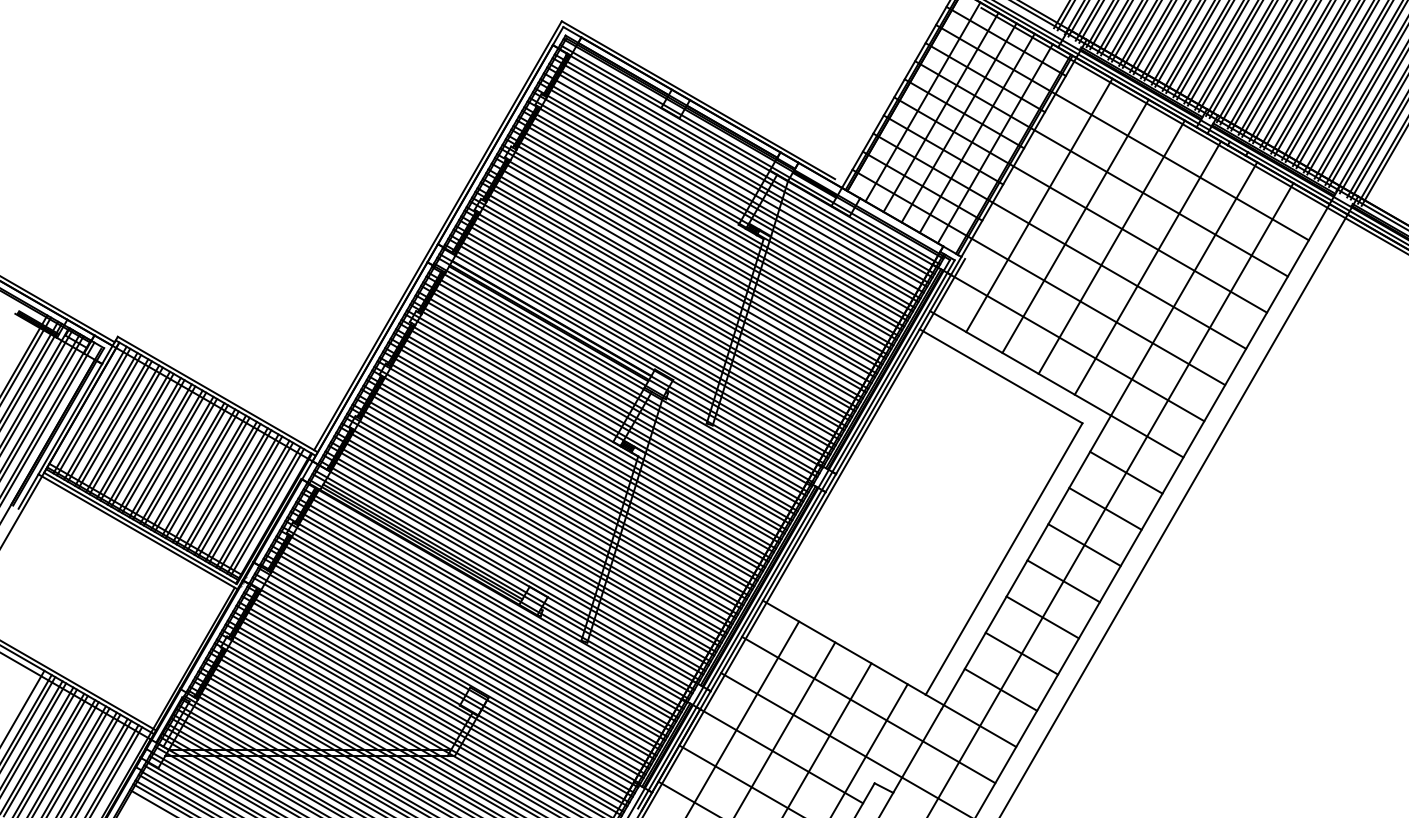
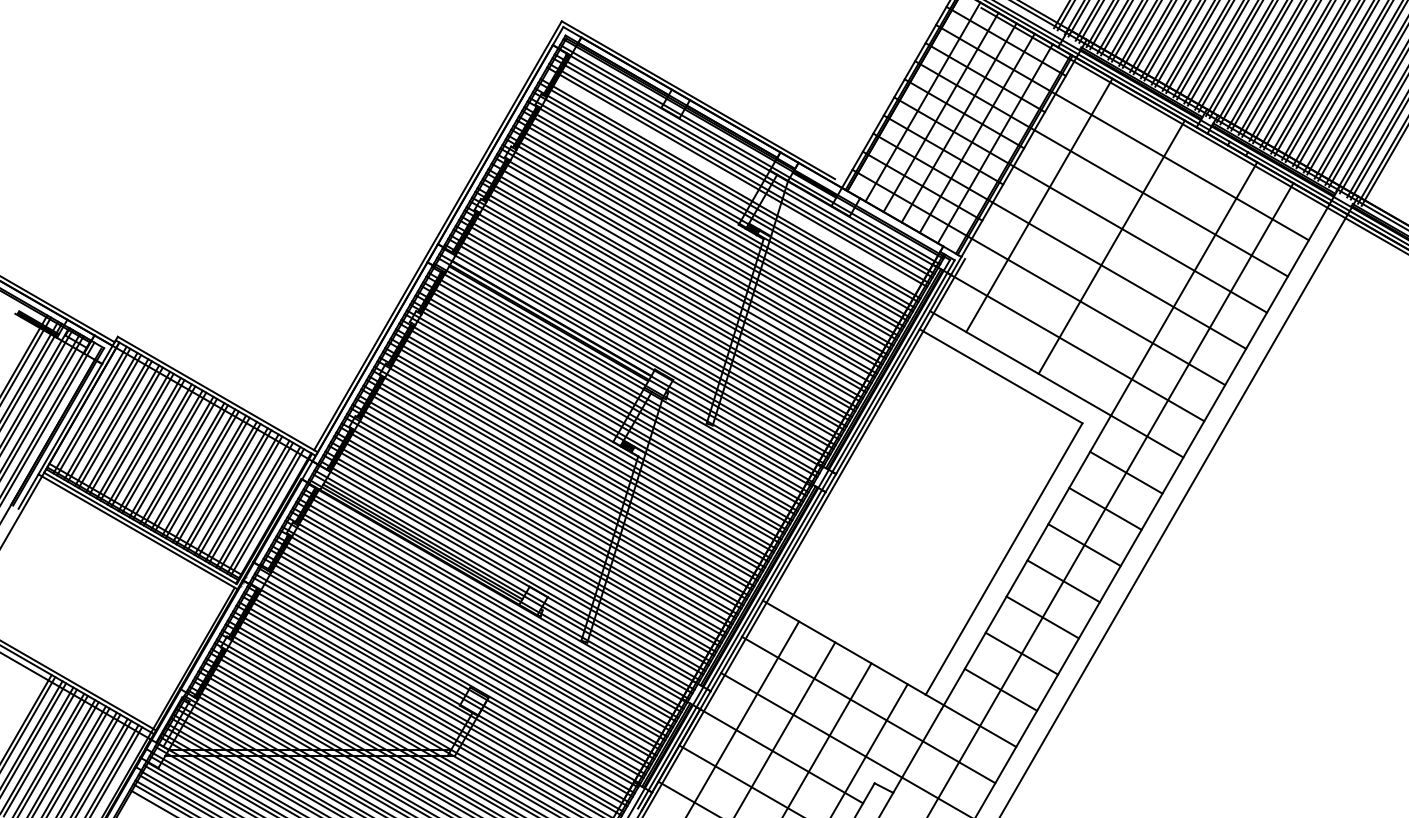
line at (733, 182): present -> none
line at (1075, 225): present -> none
line at (1147, 267): present -> none
line at (23, 706): present -> none
